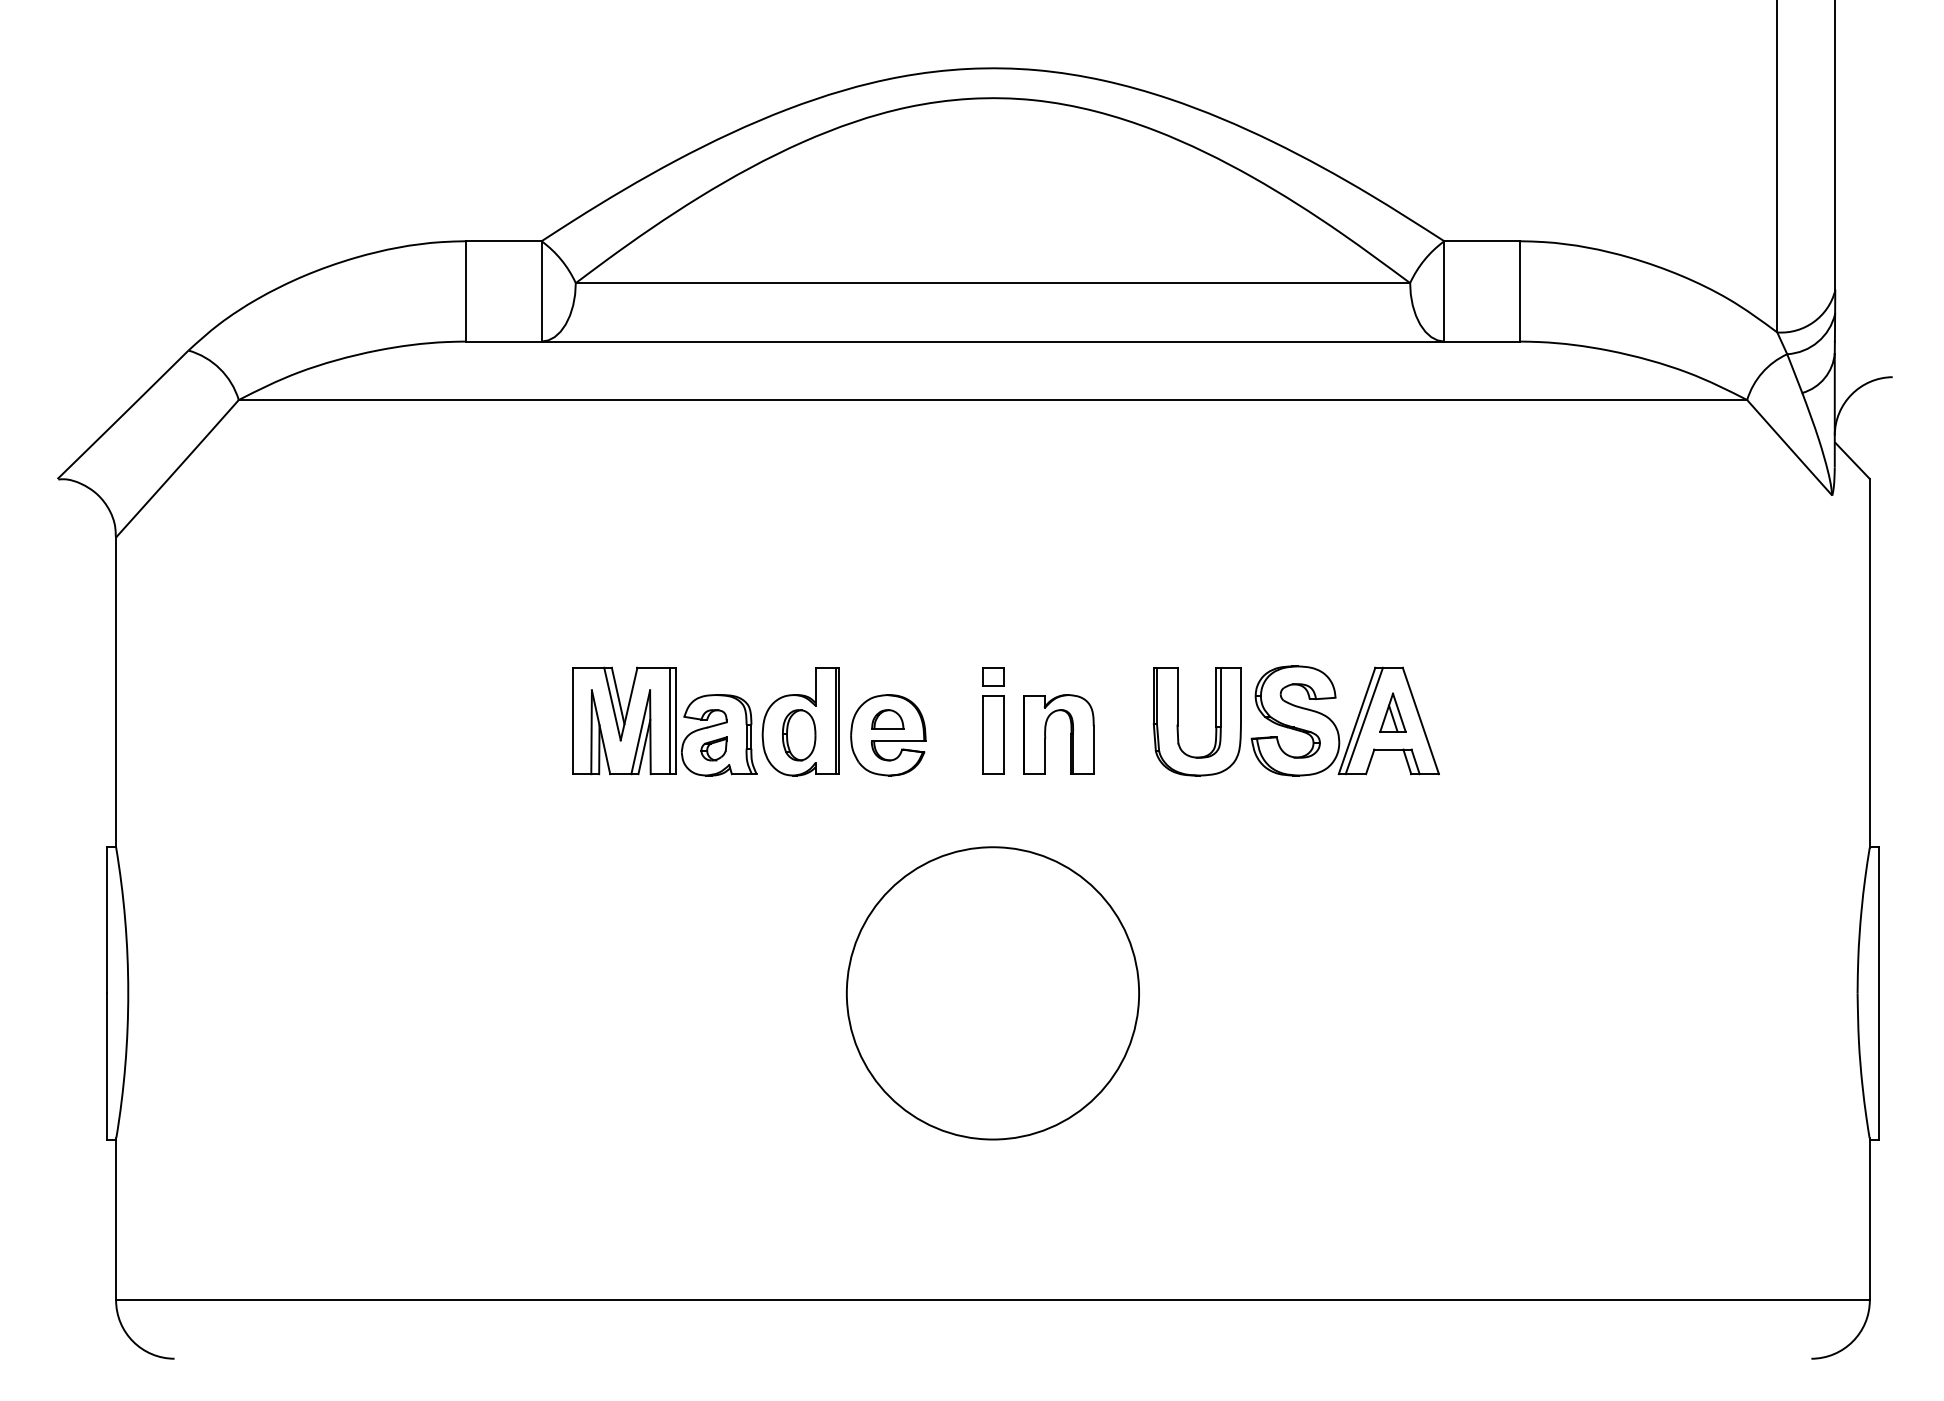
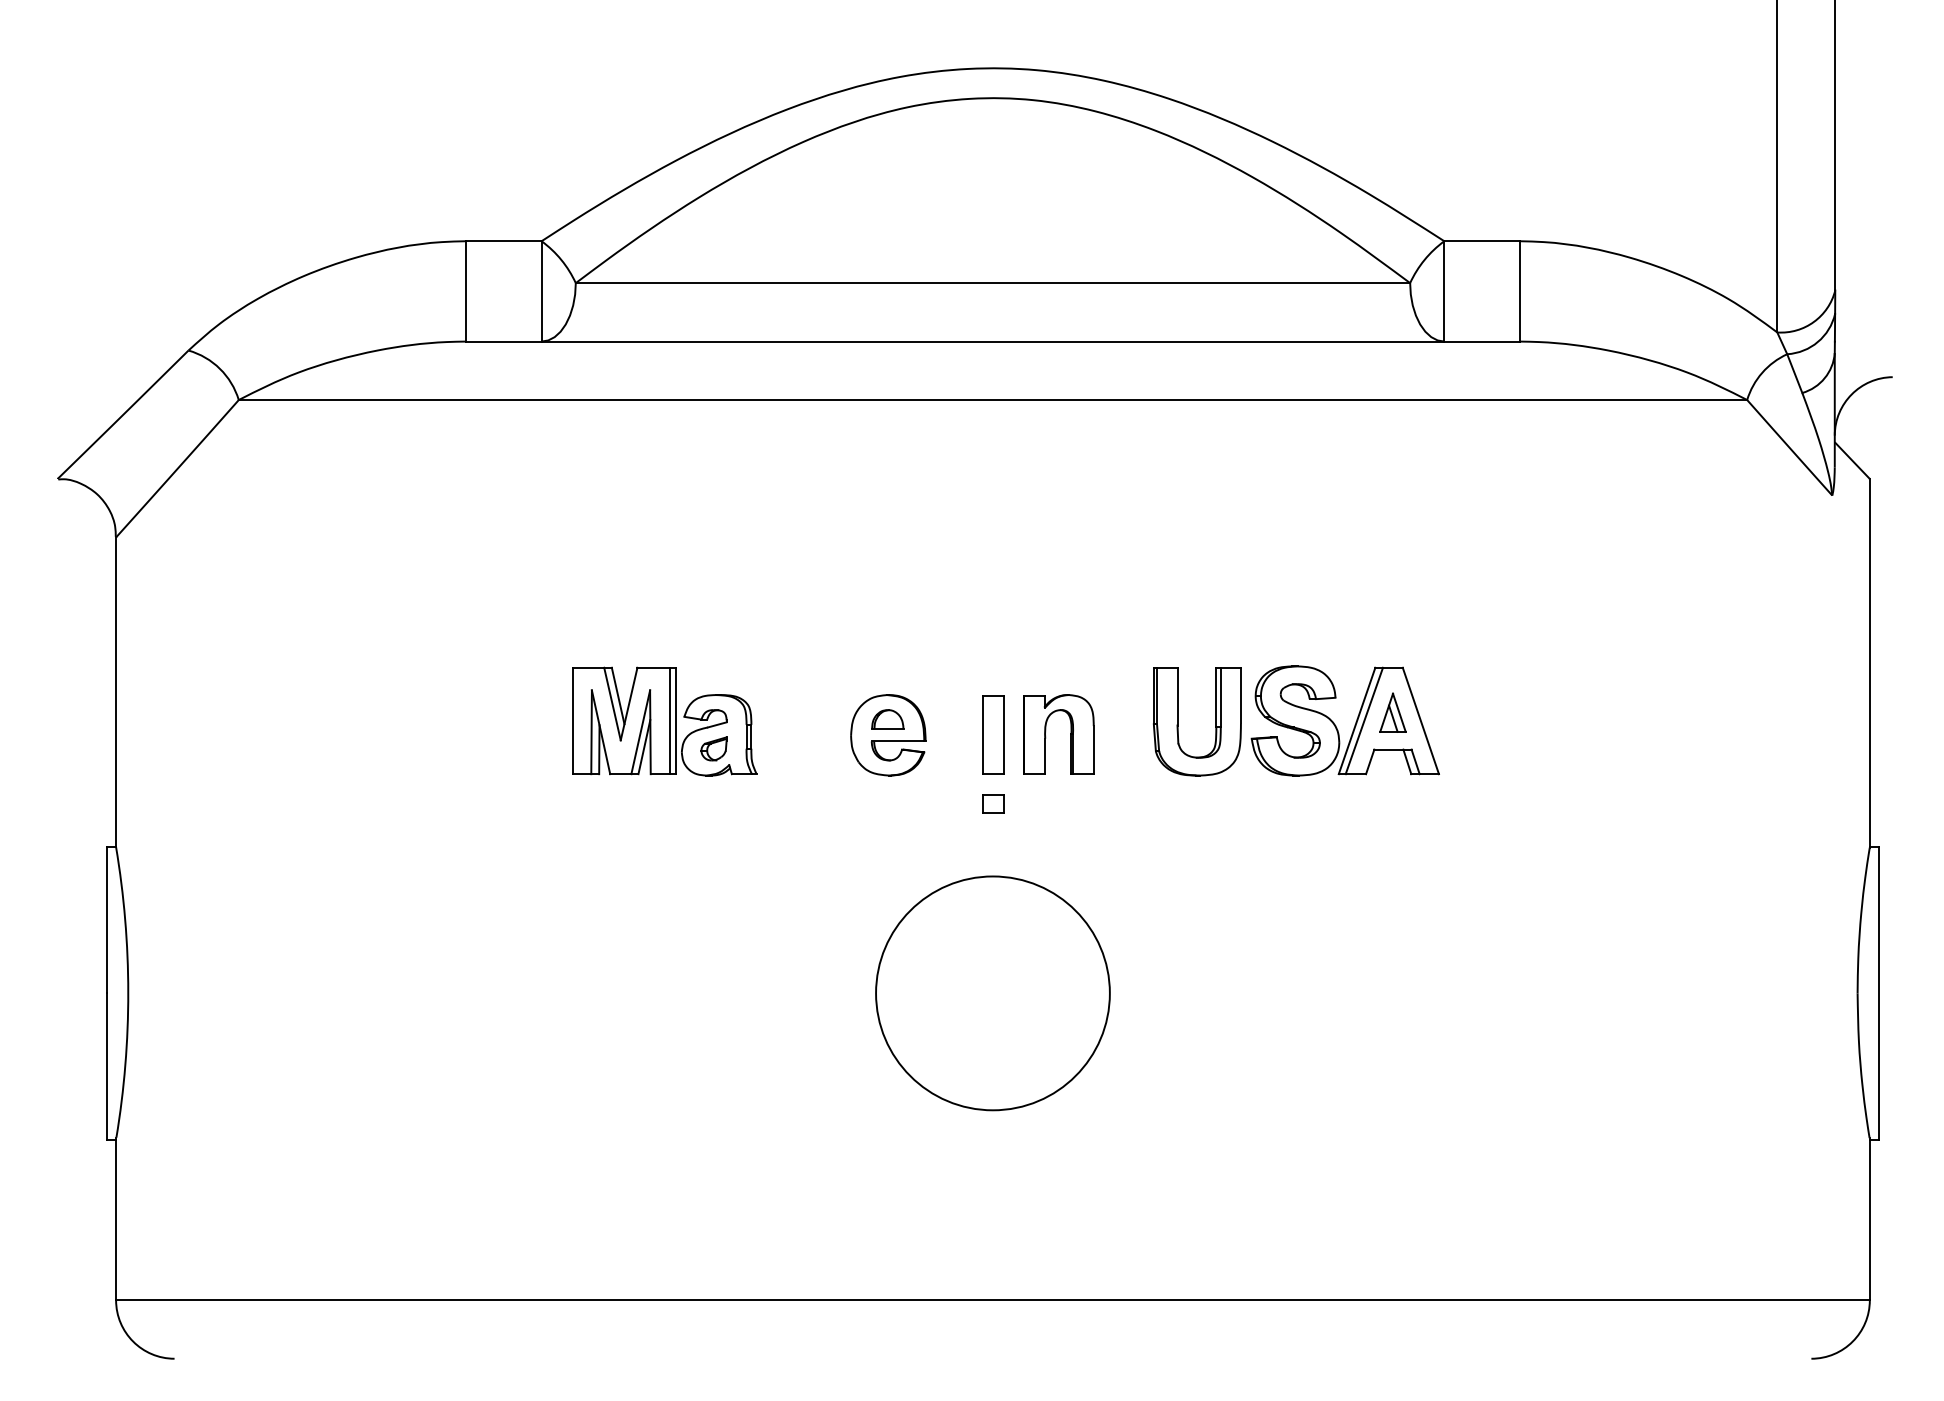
part at (993, 676) position: (993, 676) -> (993, 803)
part at (800, 721): present -> none
circle at (992, 993) diameter: 292 px -> 234 px
